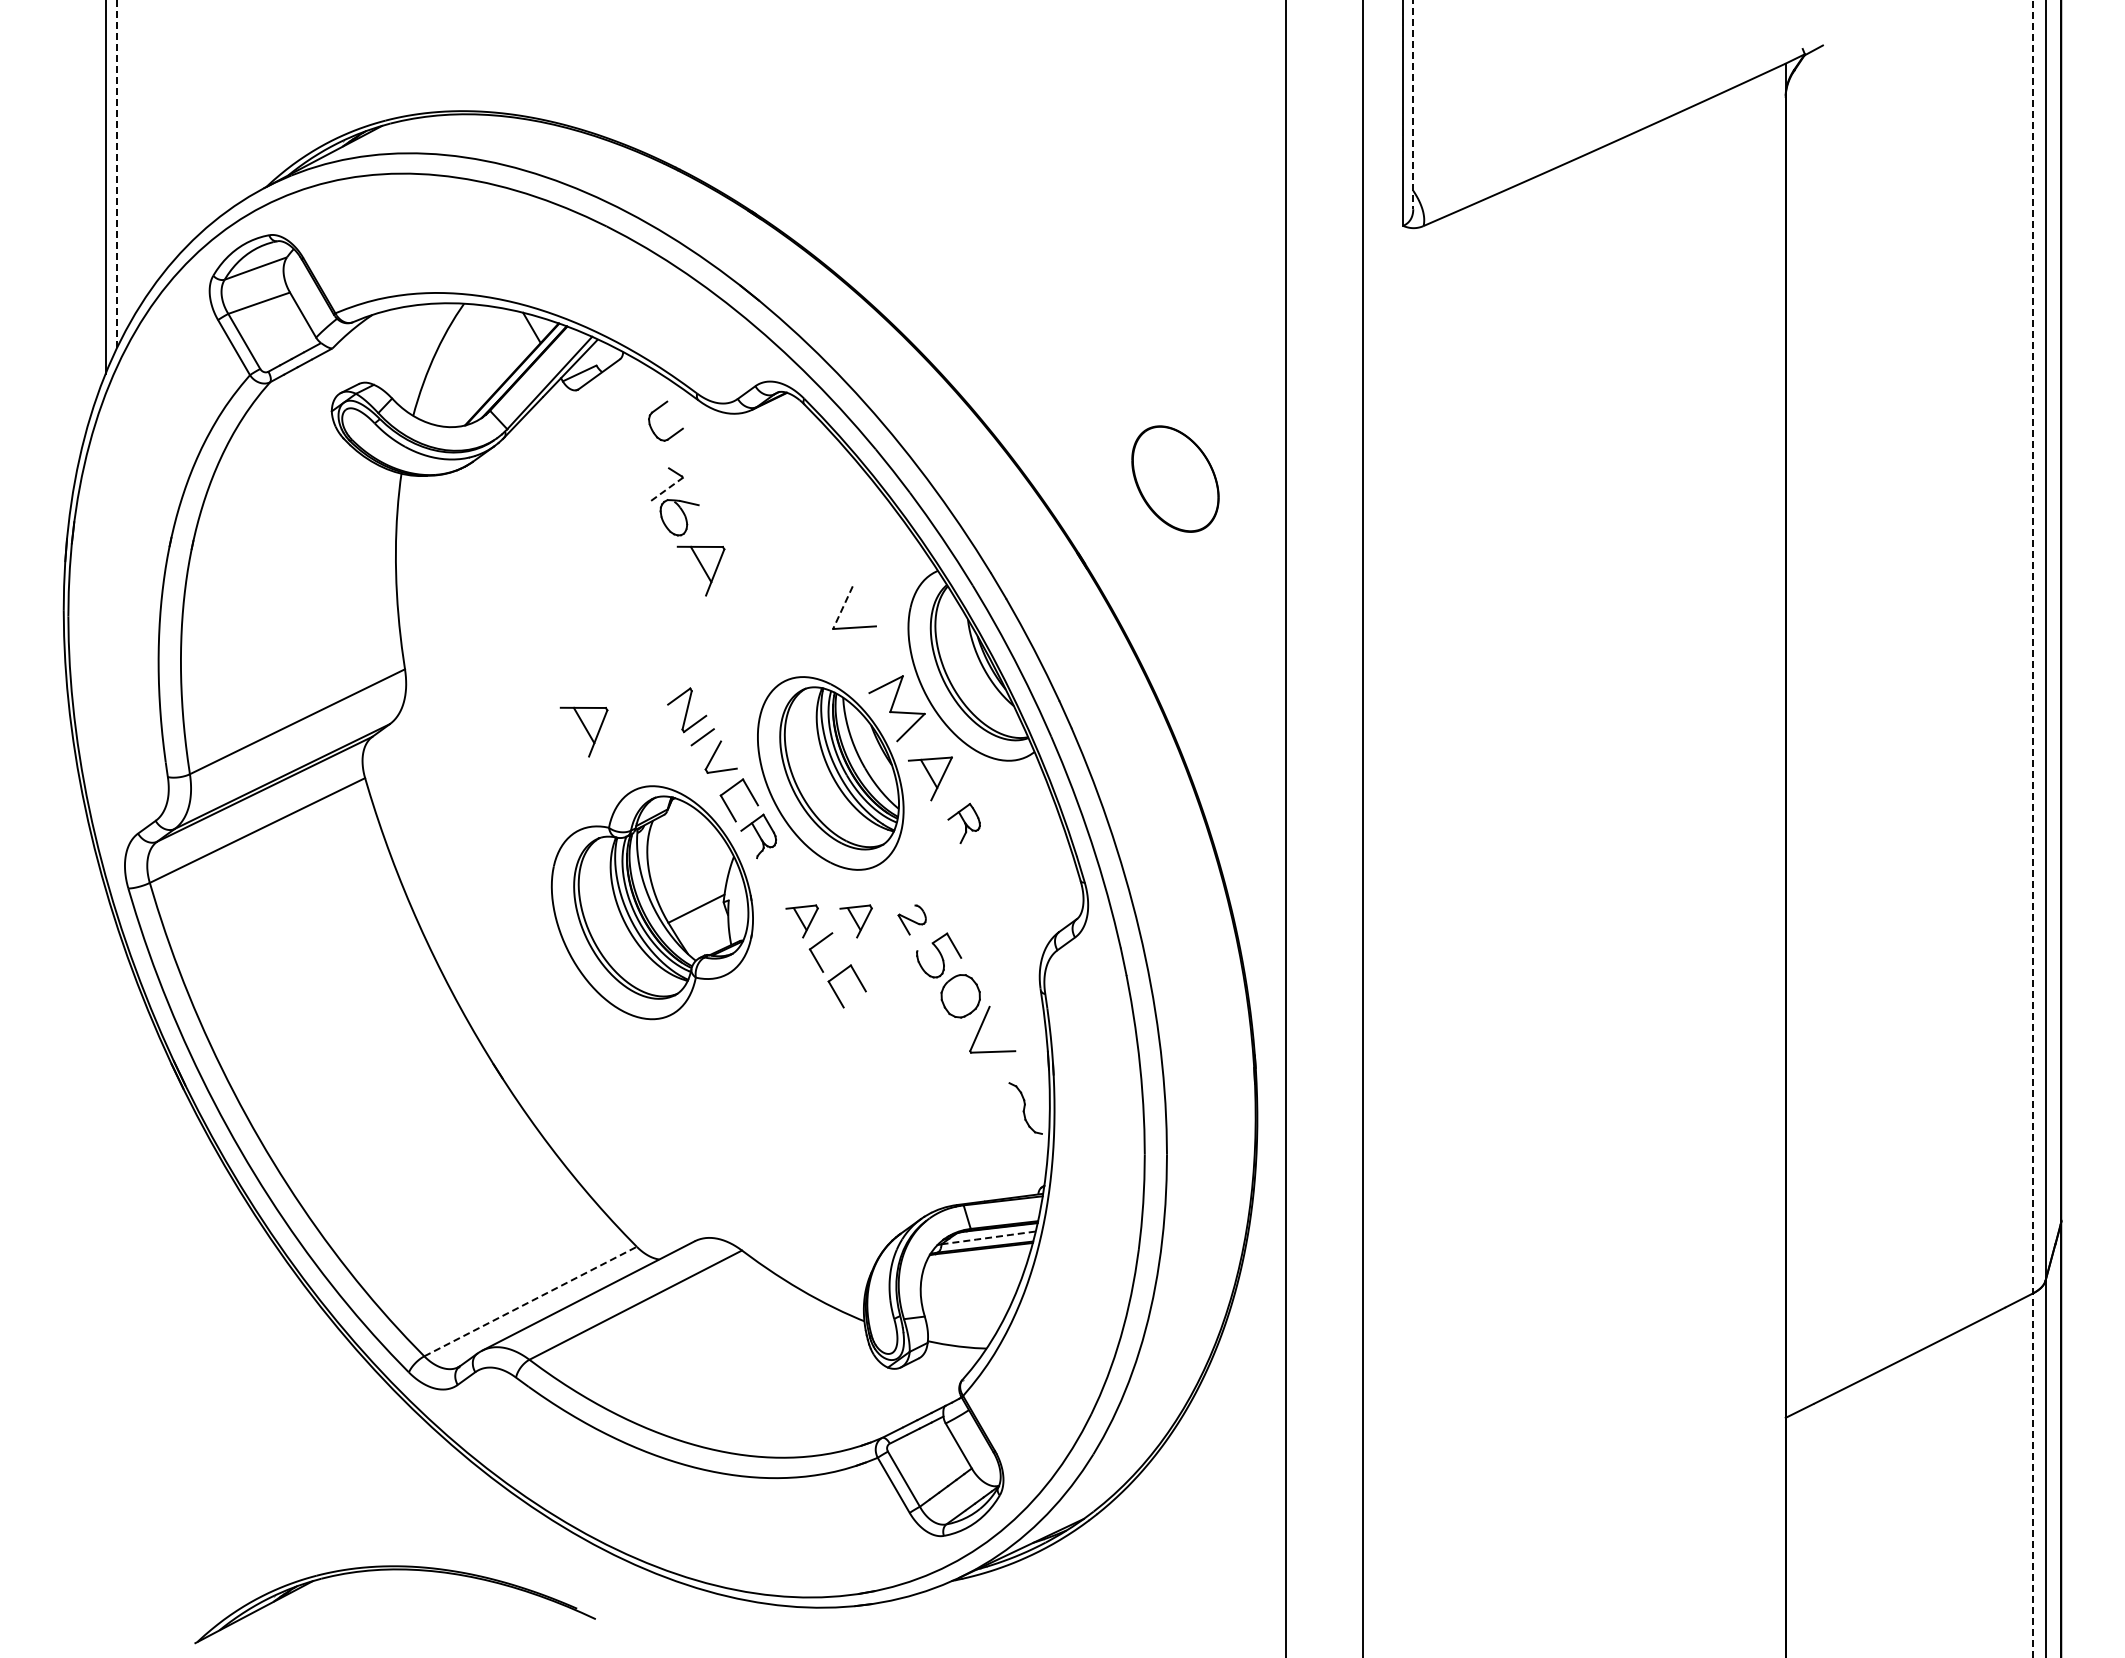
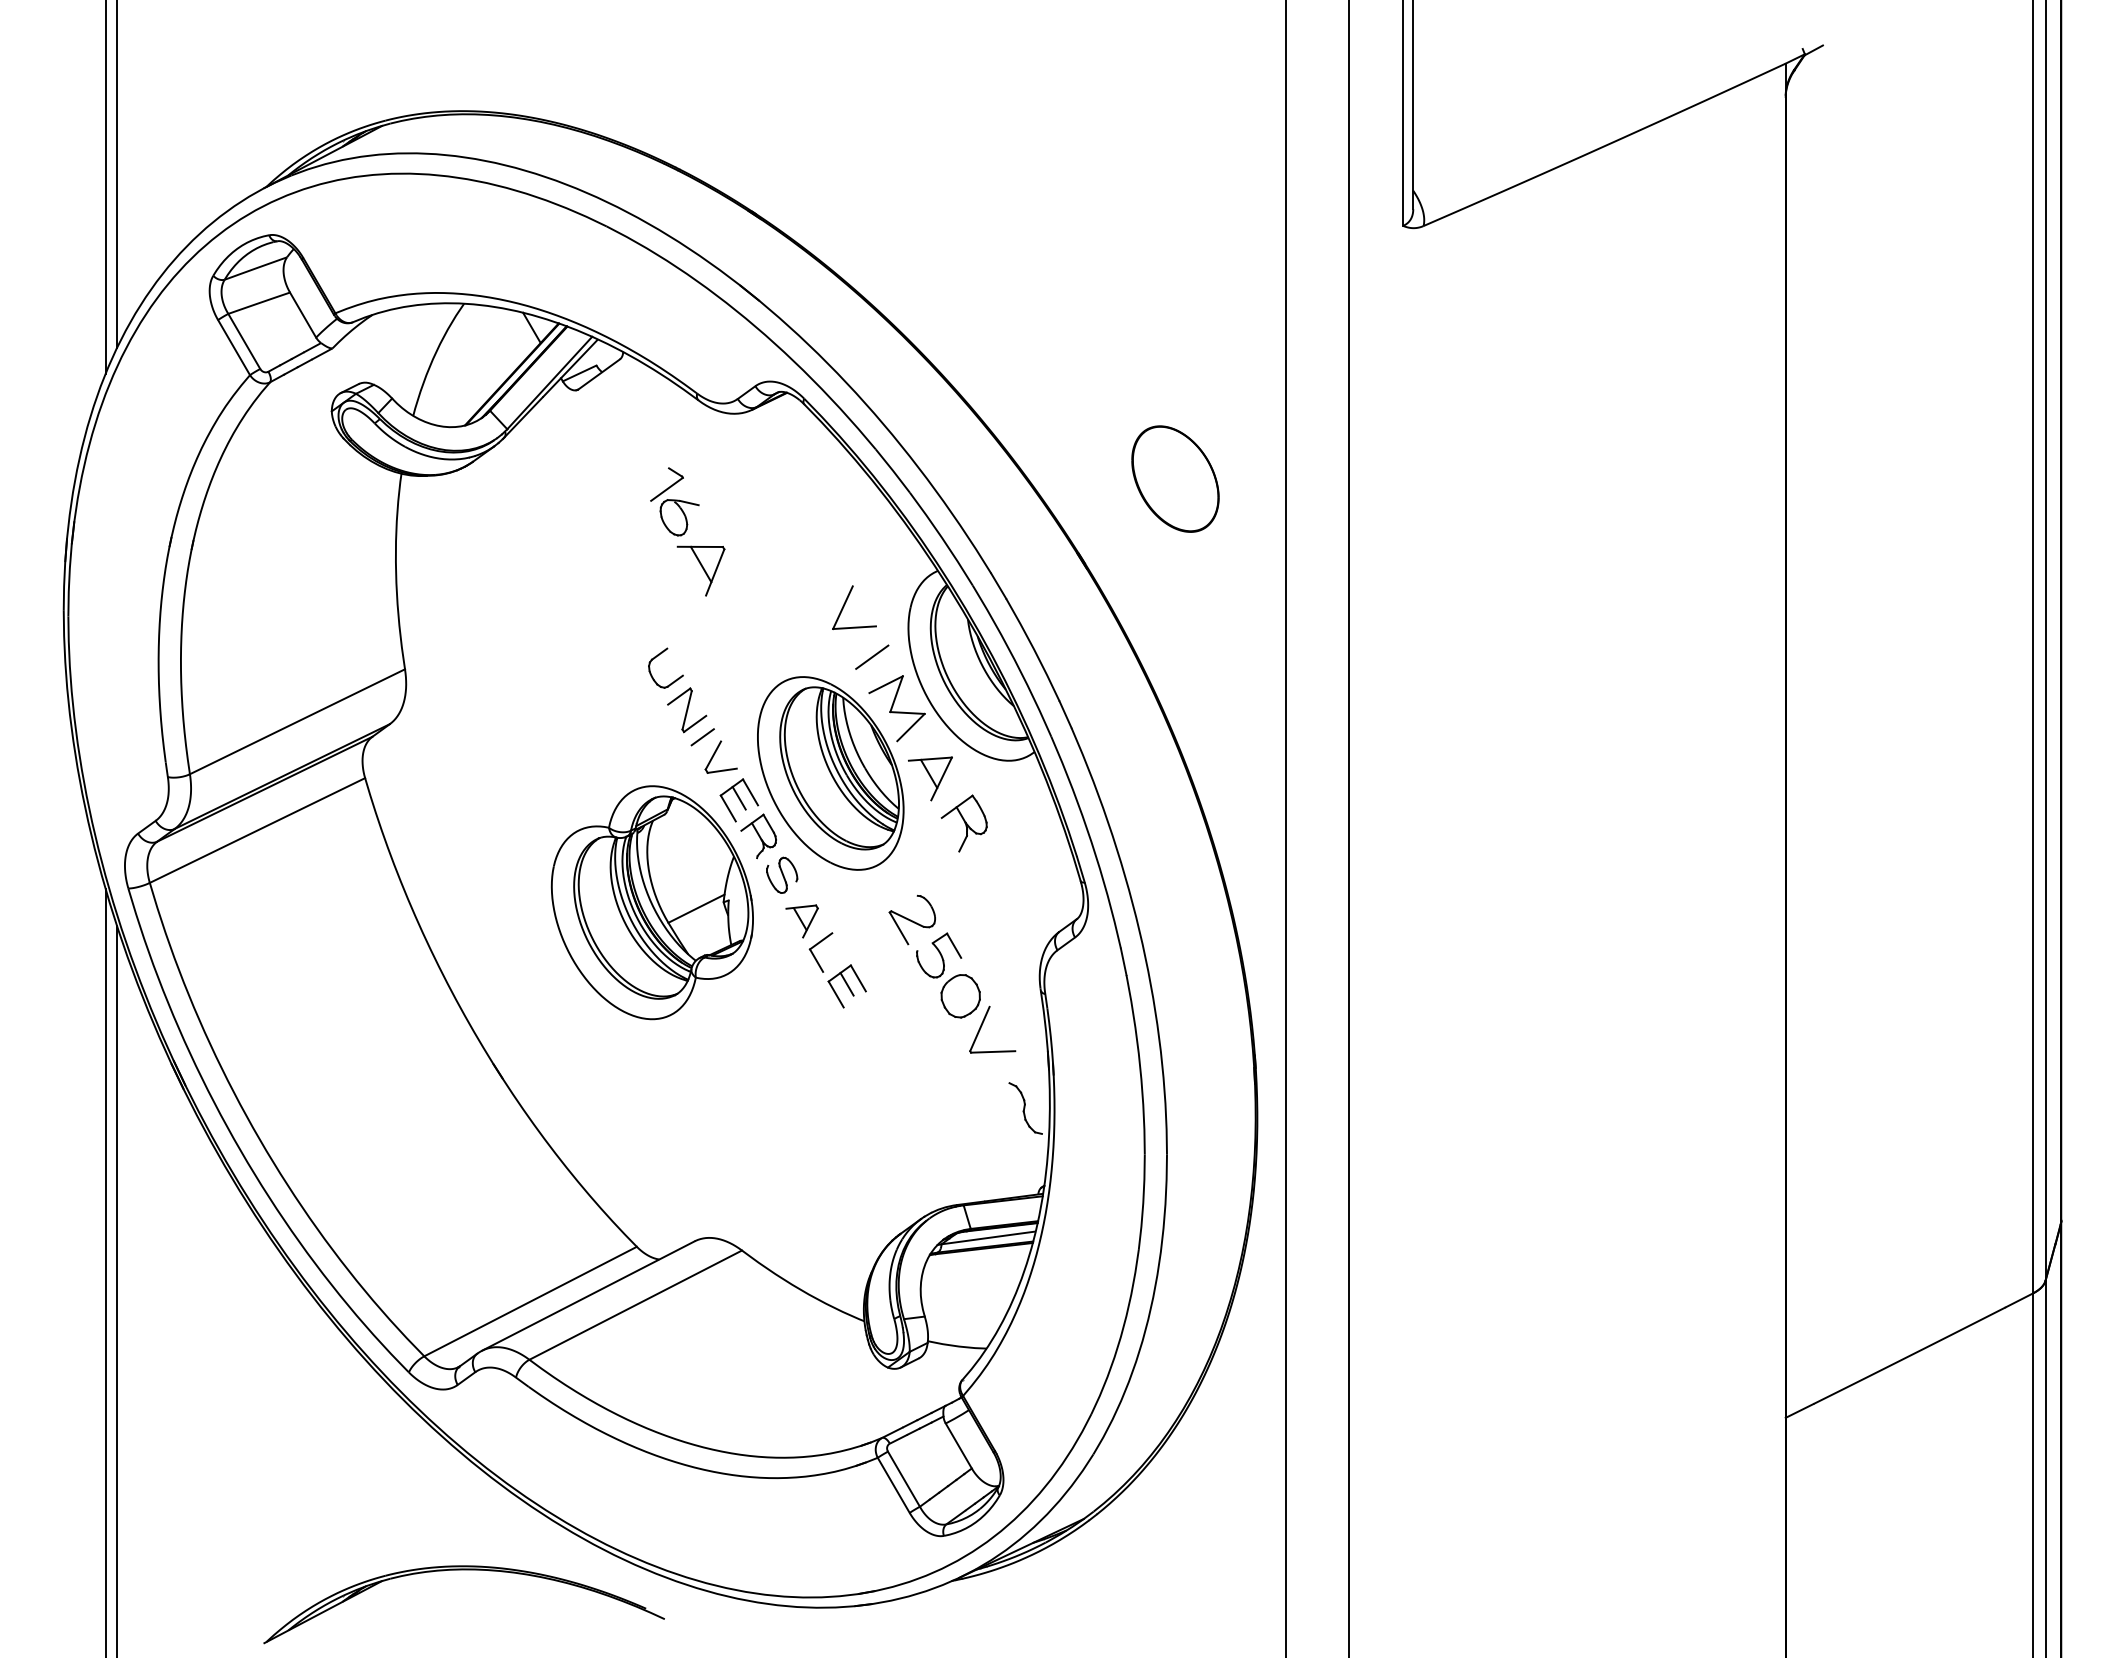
line at (1413, 105): dashed -> solid
line at (116, 174): dashed -> solid
part at (658, 409) position: (658, 409) -> (658, 656)
line at (667, 489): dashed -> solid
line at (842, 608): dashed -> solid
line at (872, 656): none -> present
part at (583, 731): present -> none
line at (738, 797): none -> present
part at (963, 822) size: 34x42 px -> 48x59 px
line at (1362, 828) position: (1362, 828) -> (1348, 828)
line at (2033, 828): dashed -> solid
part at (782, 874): none -> present
part at (911, 919) size: 30x32 px -> 48x52 px
part at (855, 921): present -> none
line at (846, 984): none -> present
line at (989, 1237): dashed -> solid
line at (105, 1271): none -> present
line at (116, 1289): none -> present
line at (530, 1301): dashed -> solid
part at (394, 1570) position: (394, 1570) -> (463, 1570)
